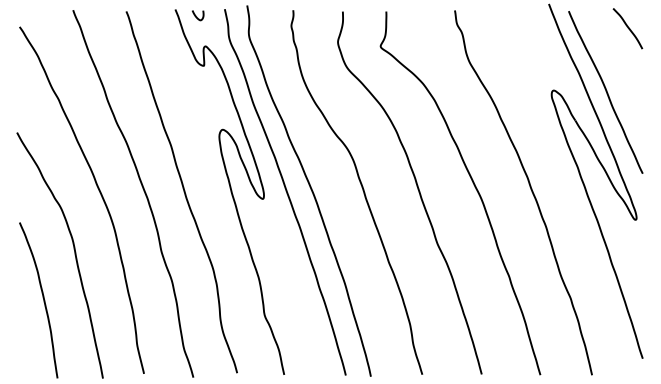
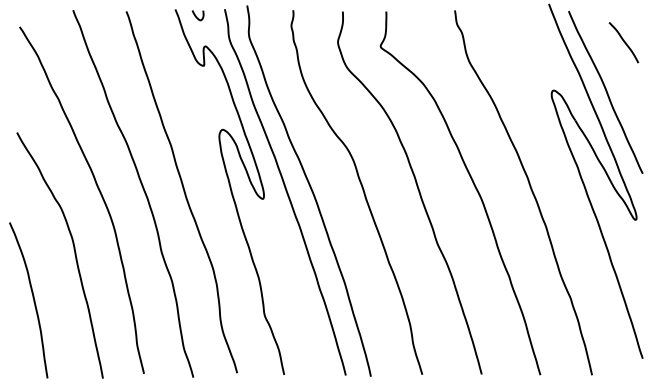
curve at (627, 28) position: (627, 28) -> (623, 42)
curve at (42, 297) position: (42, 297) -> (32, 297)
